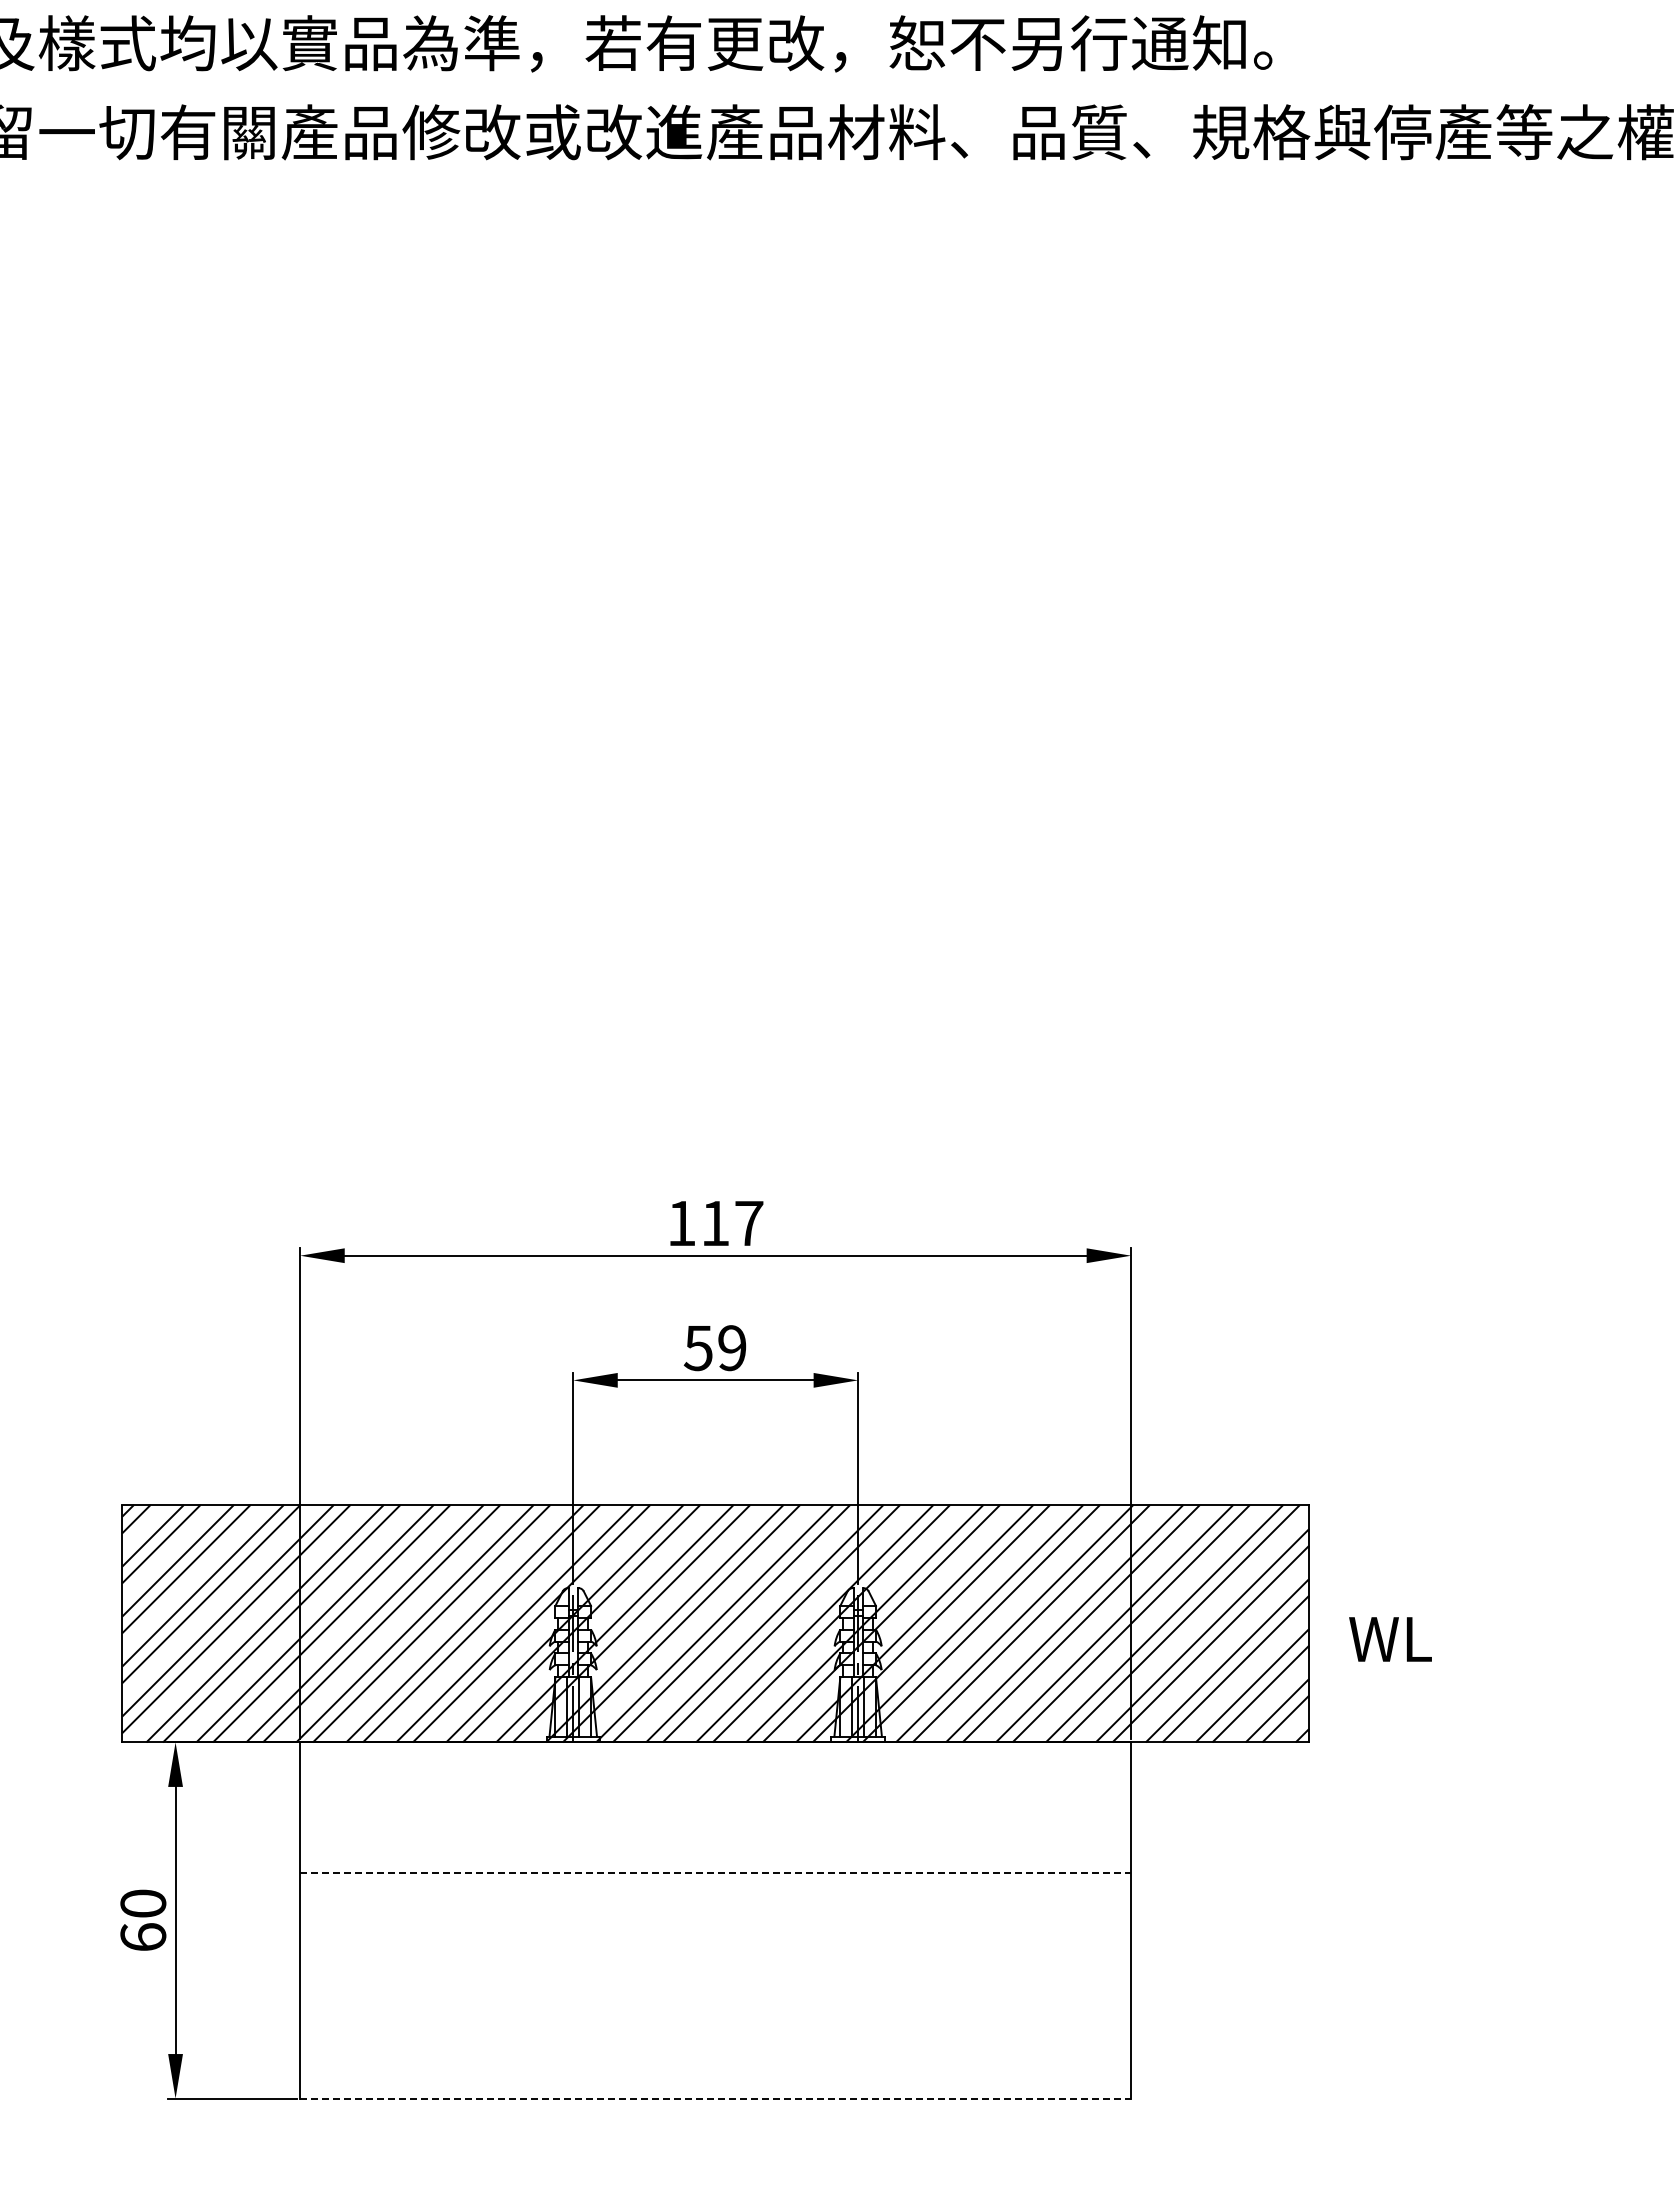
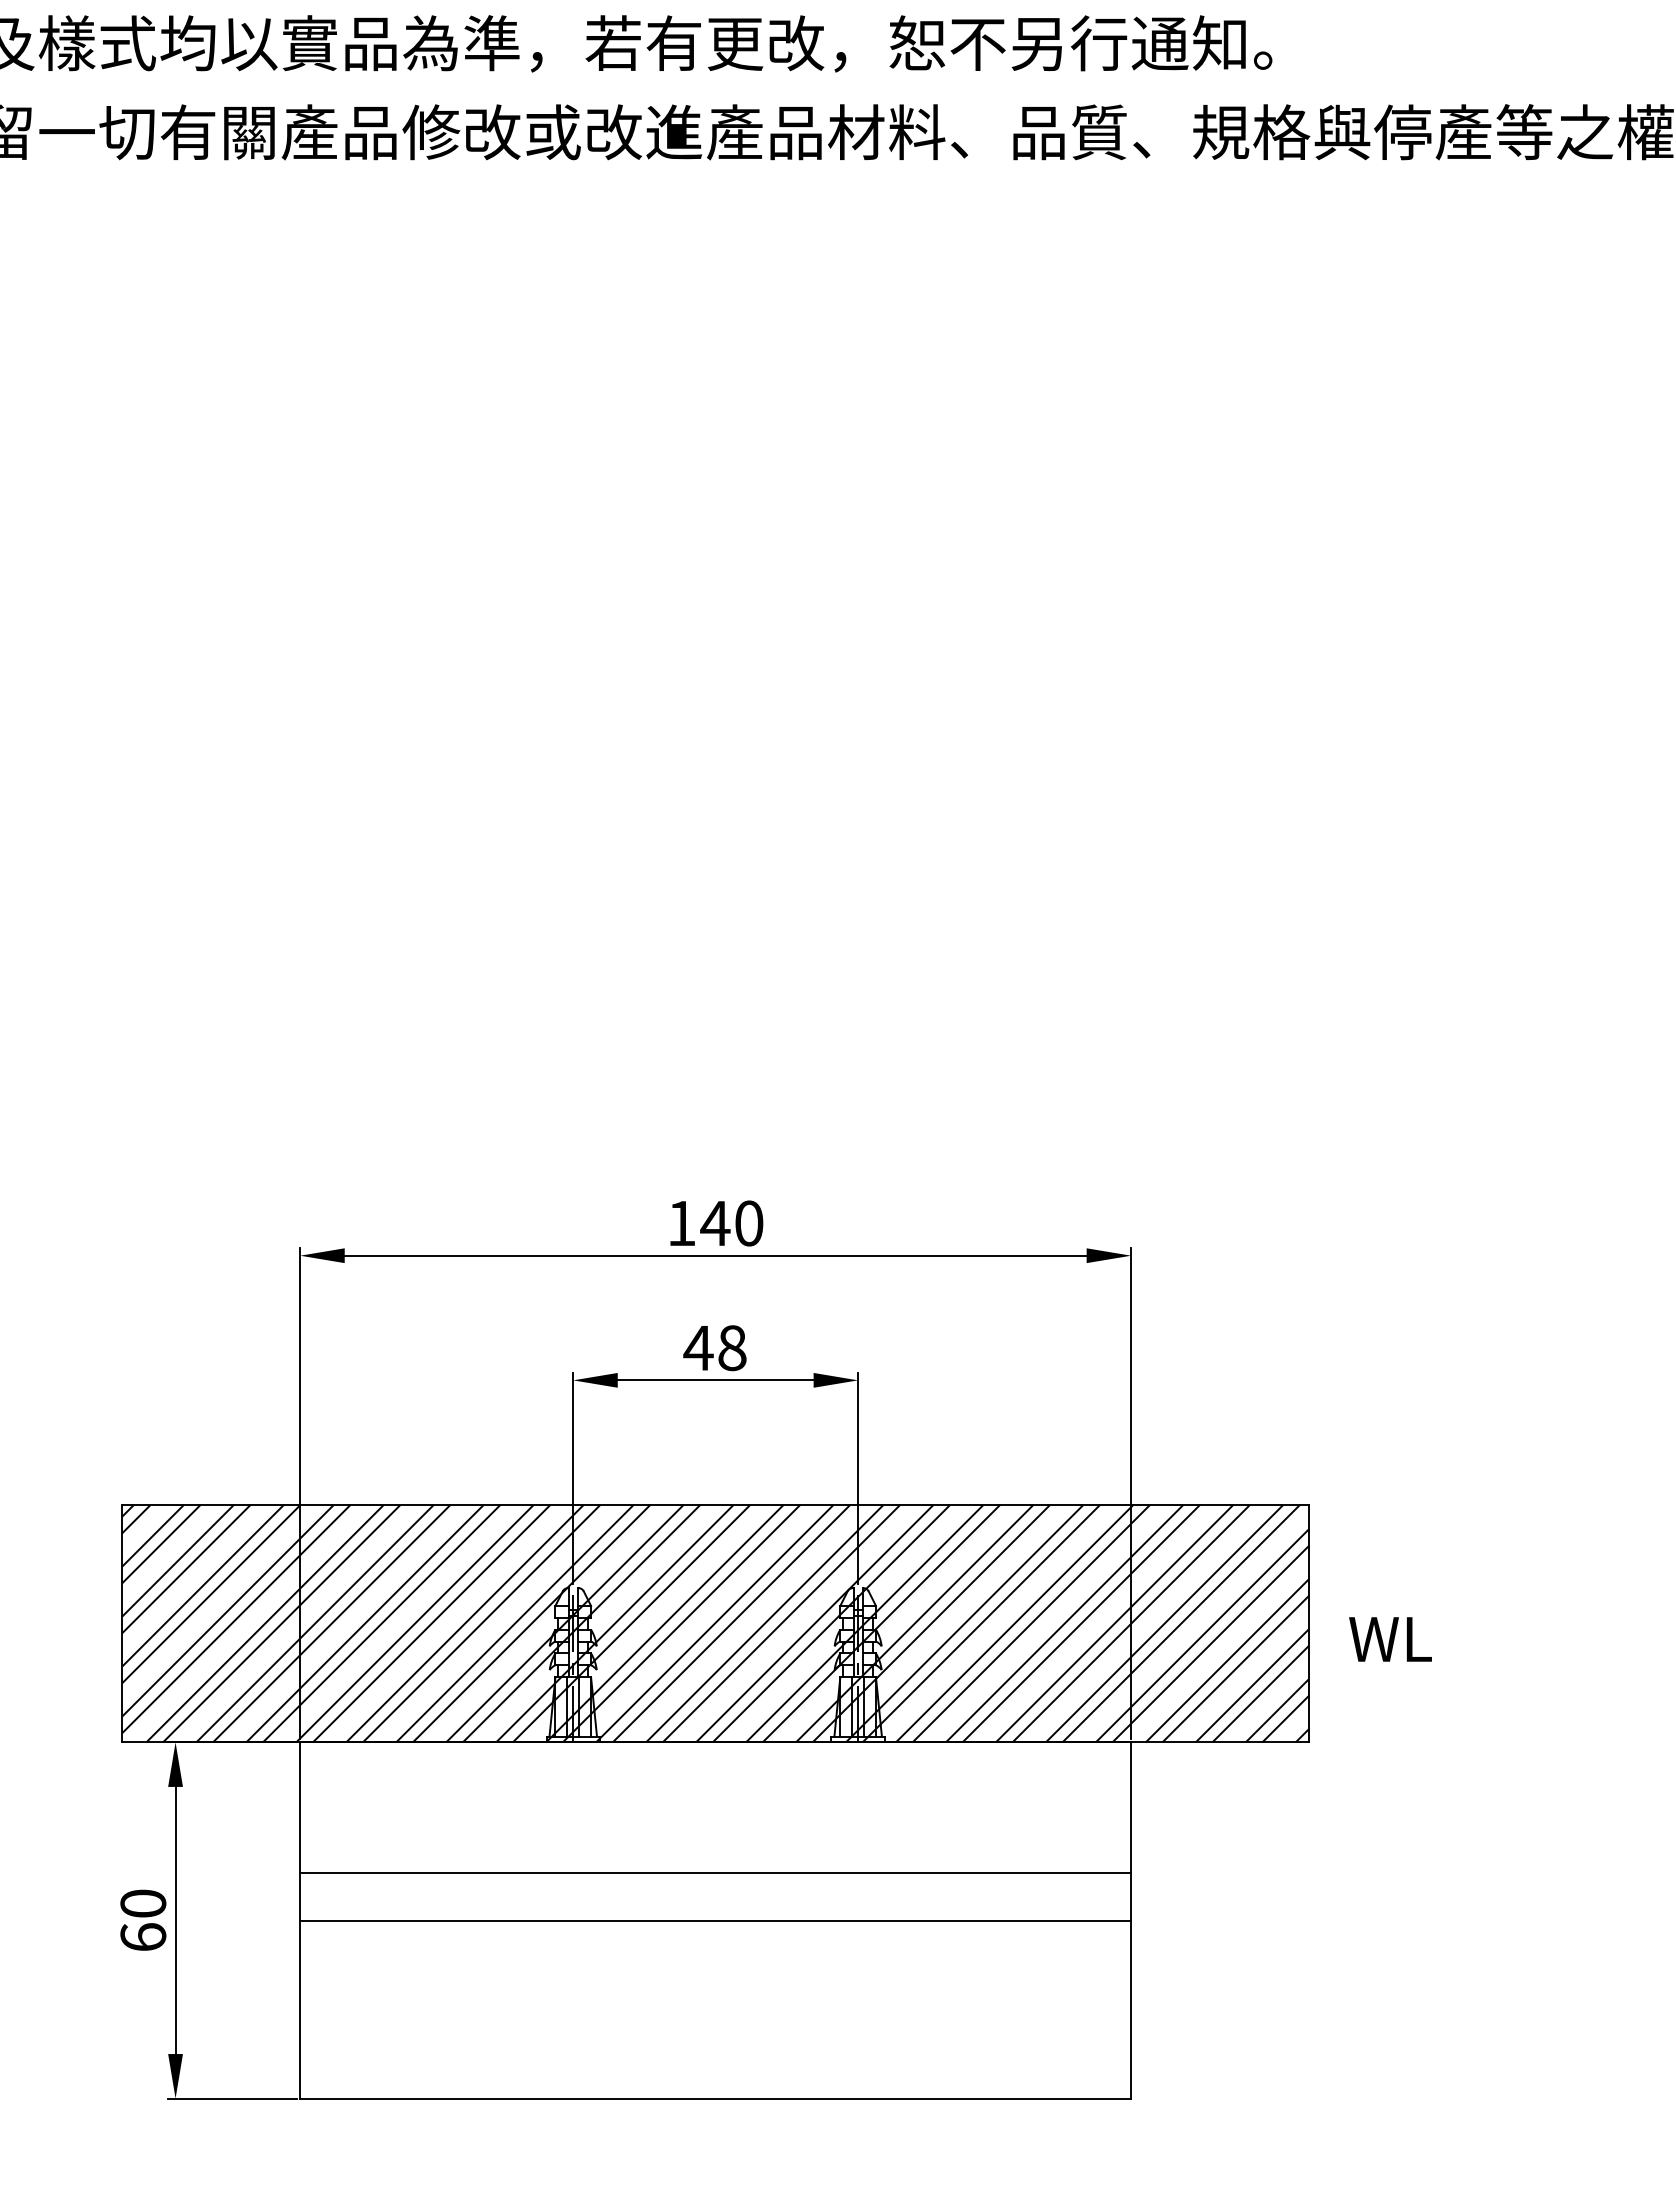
text at (731, 1223): 117 -> 140
text at (714, 1348): 59 -> 48
line at (716, 1873): dashed -> solid
line at (715, 1920): none -> present
line at (716, 2098): dashed -> solid
